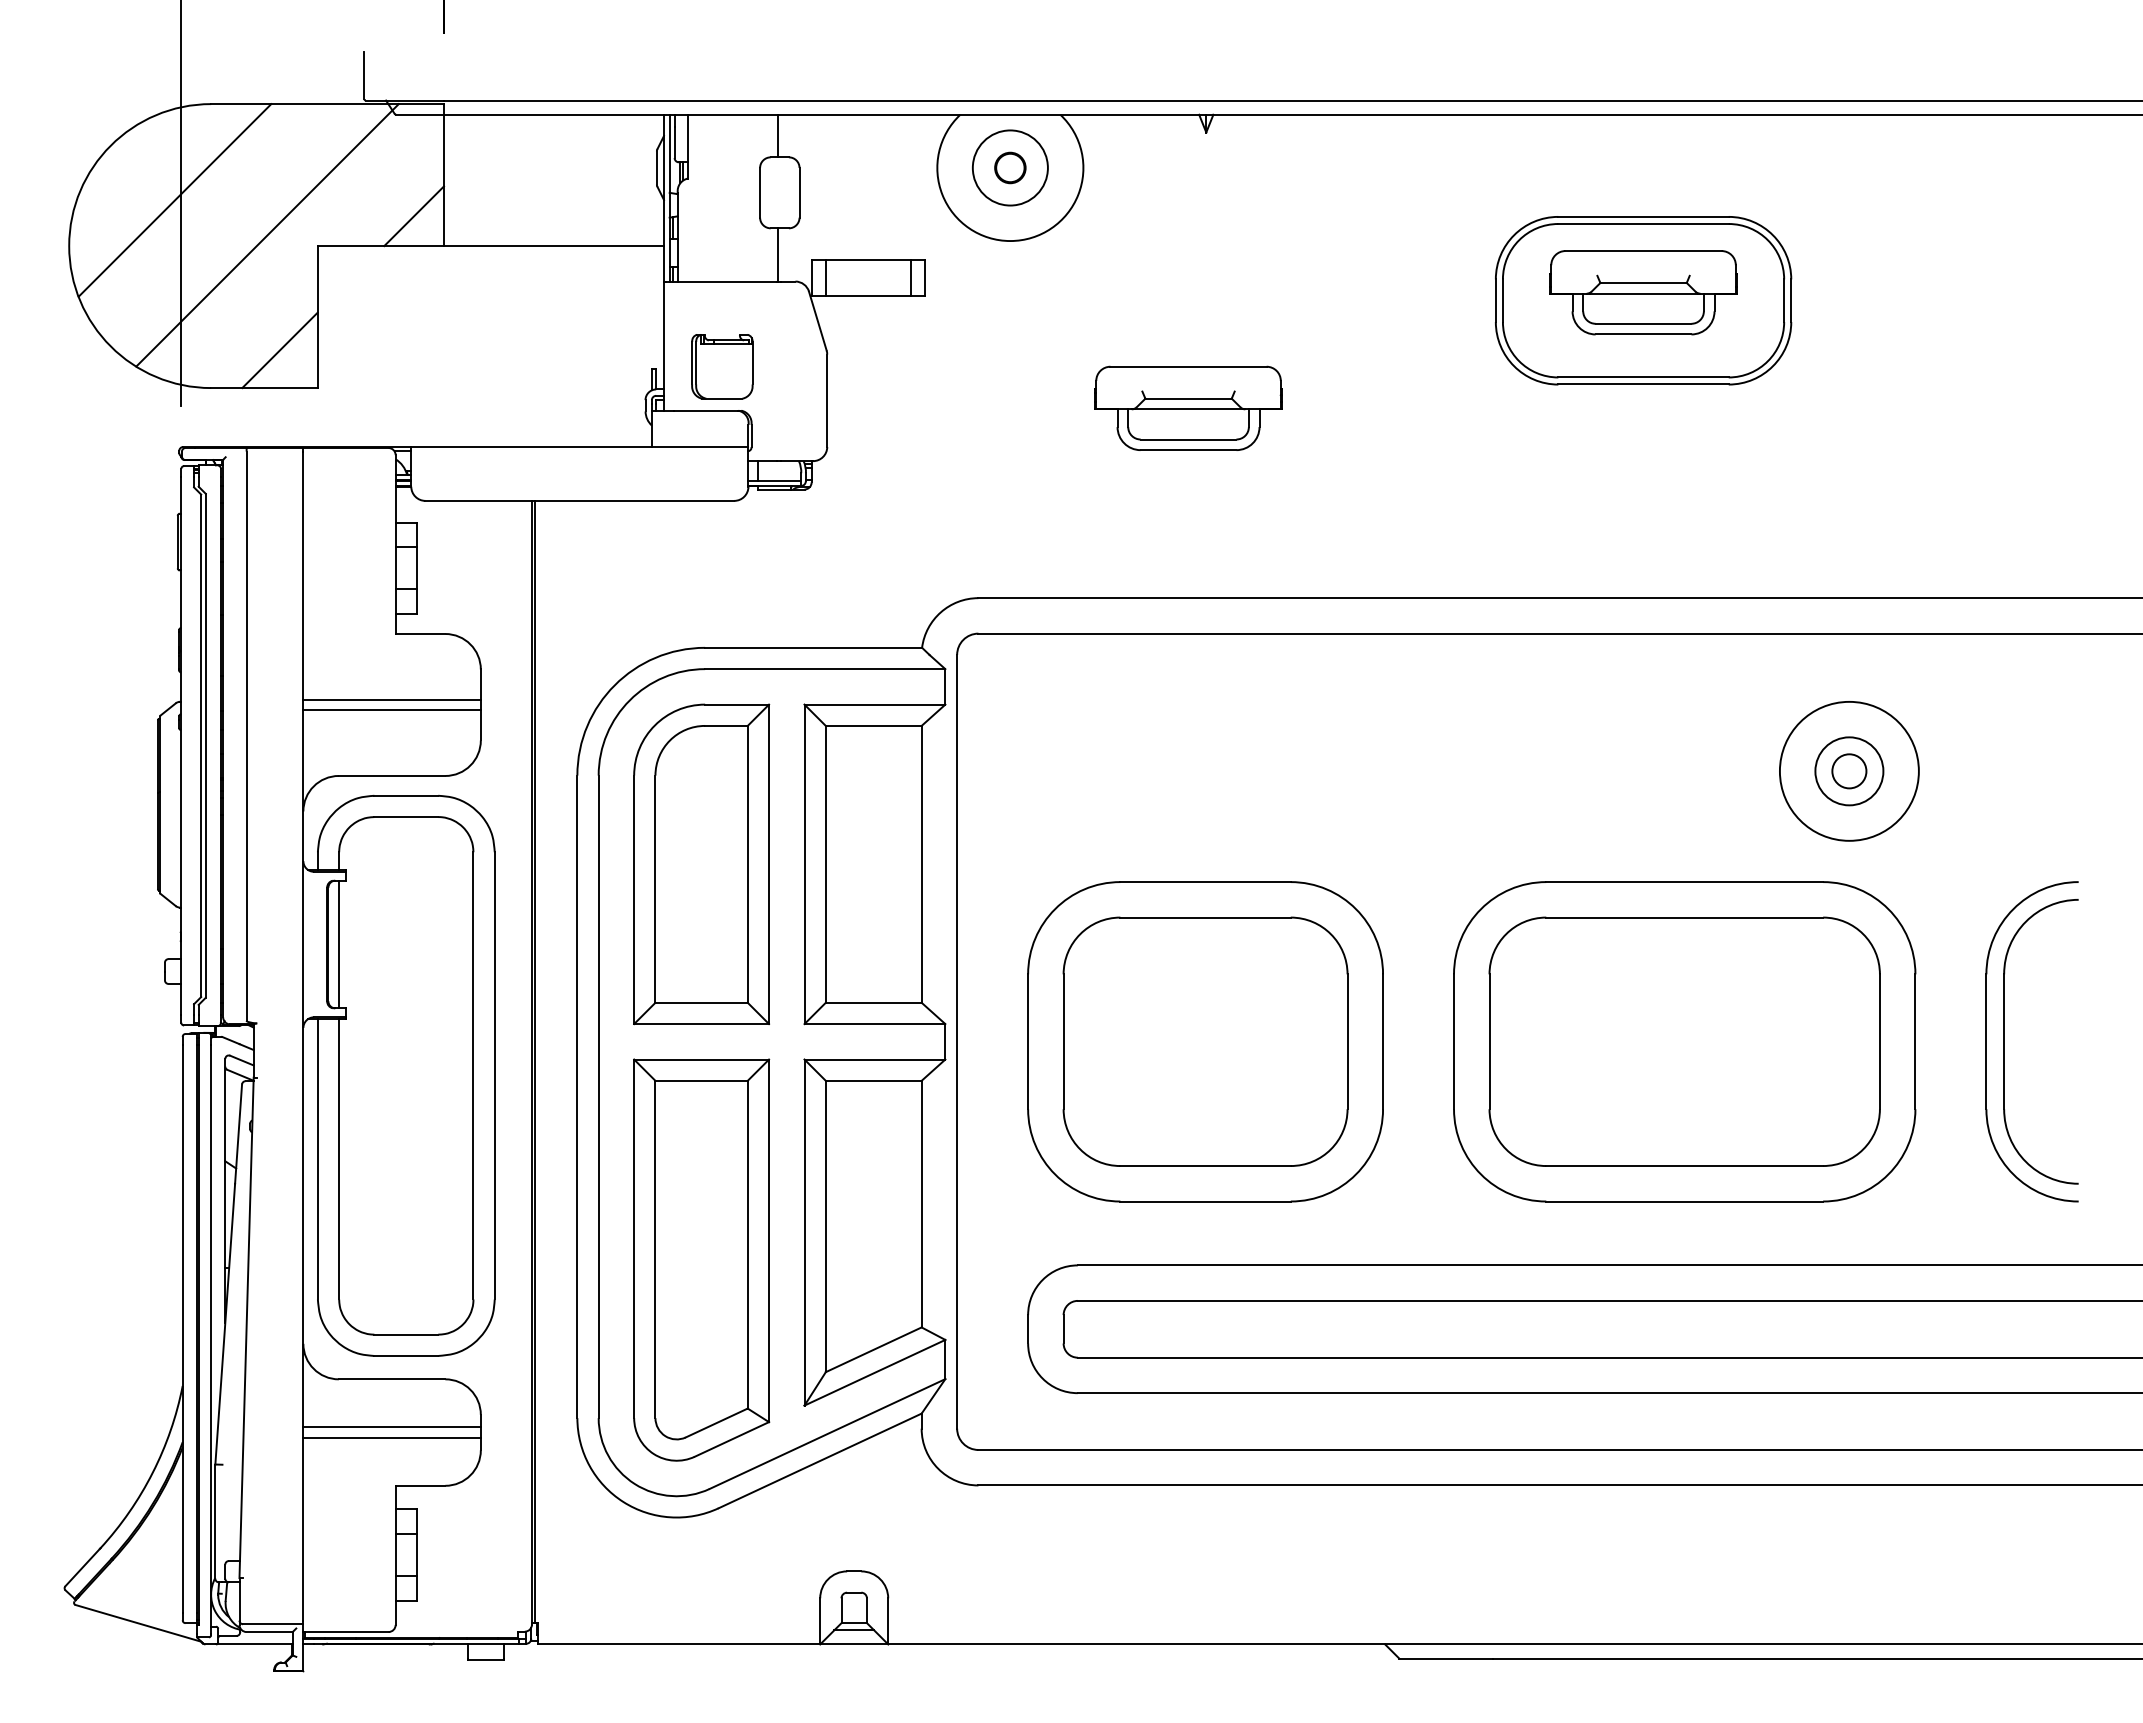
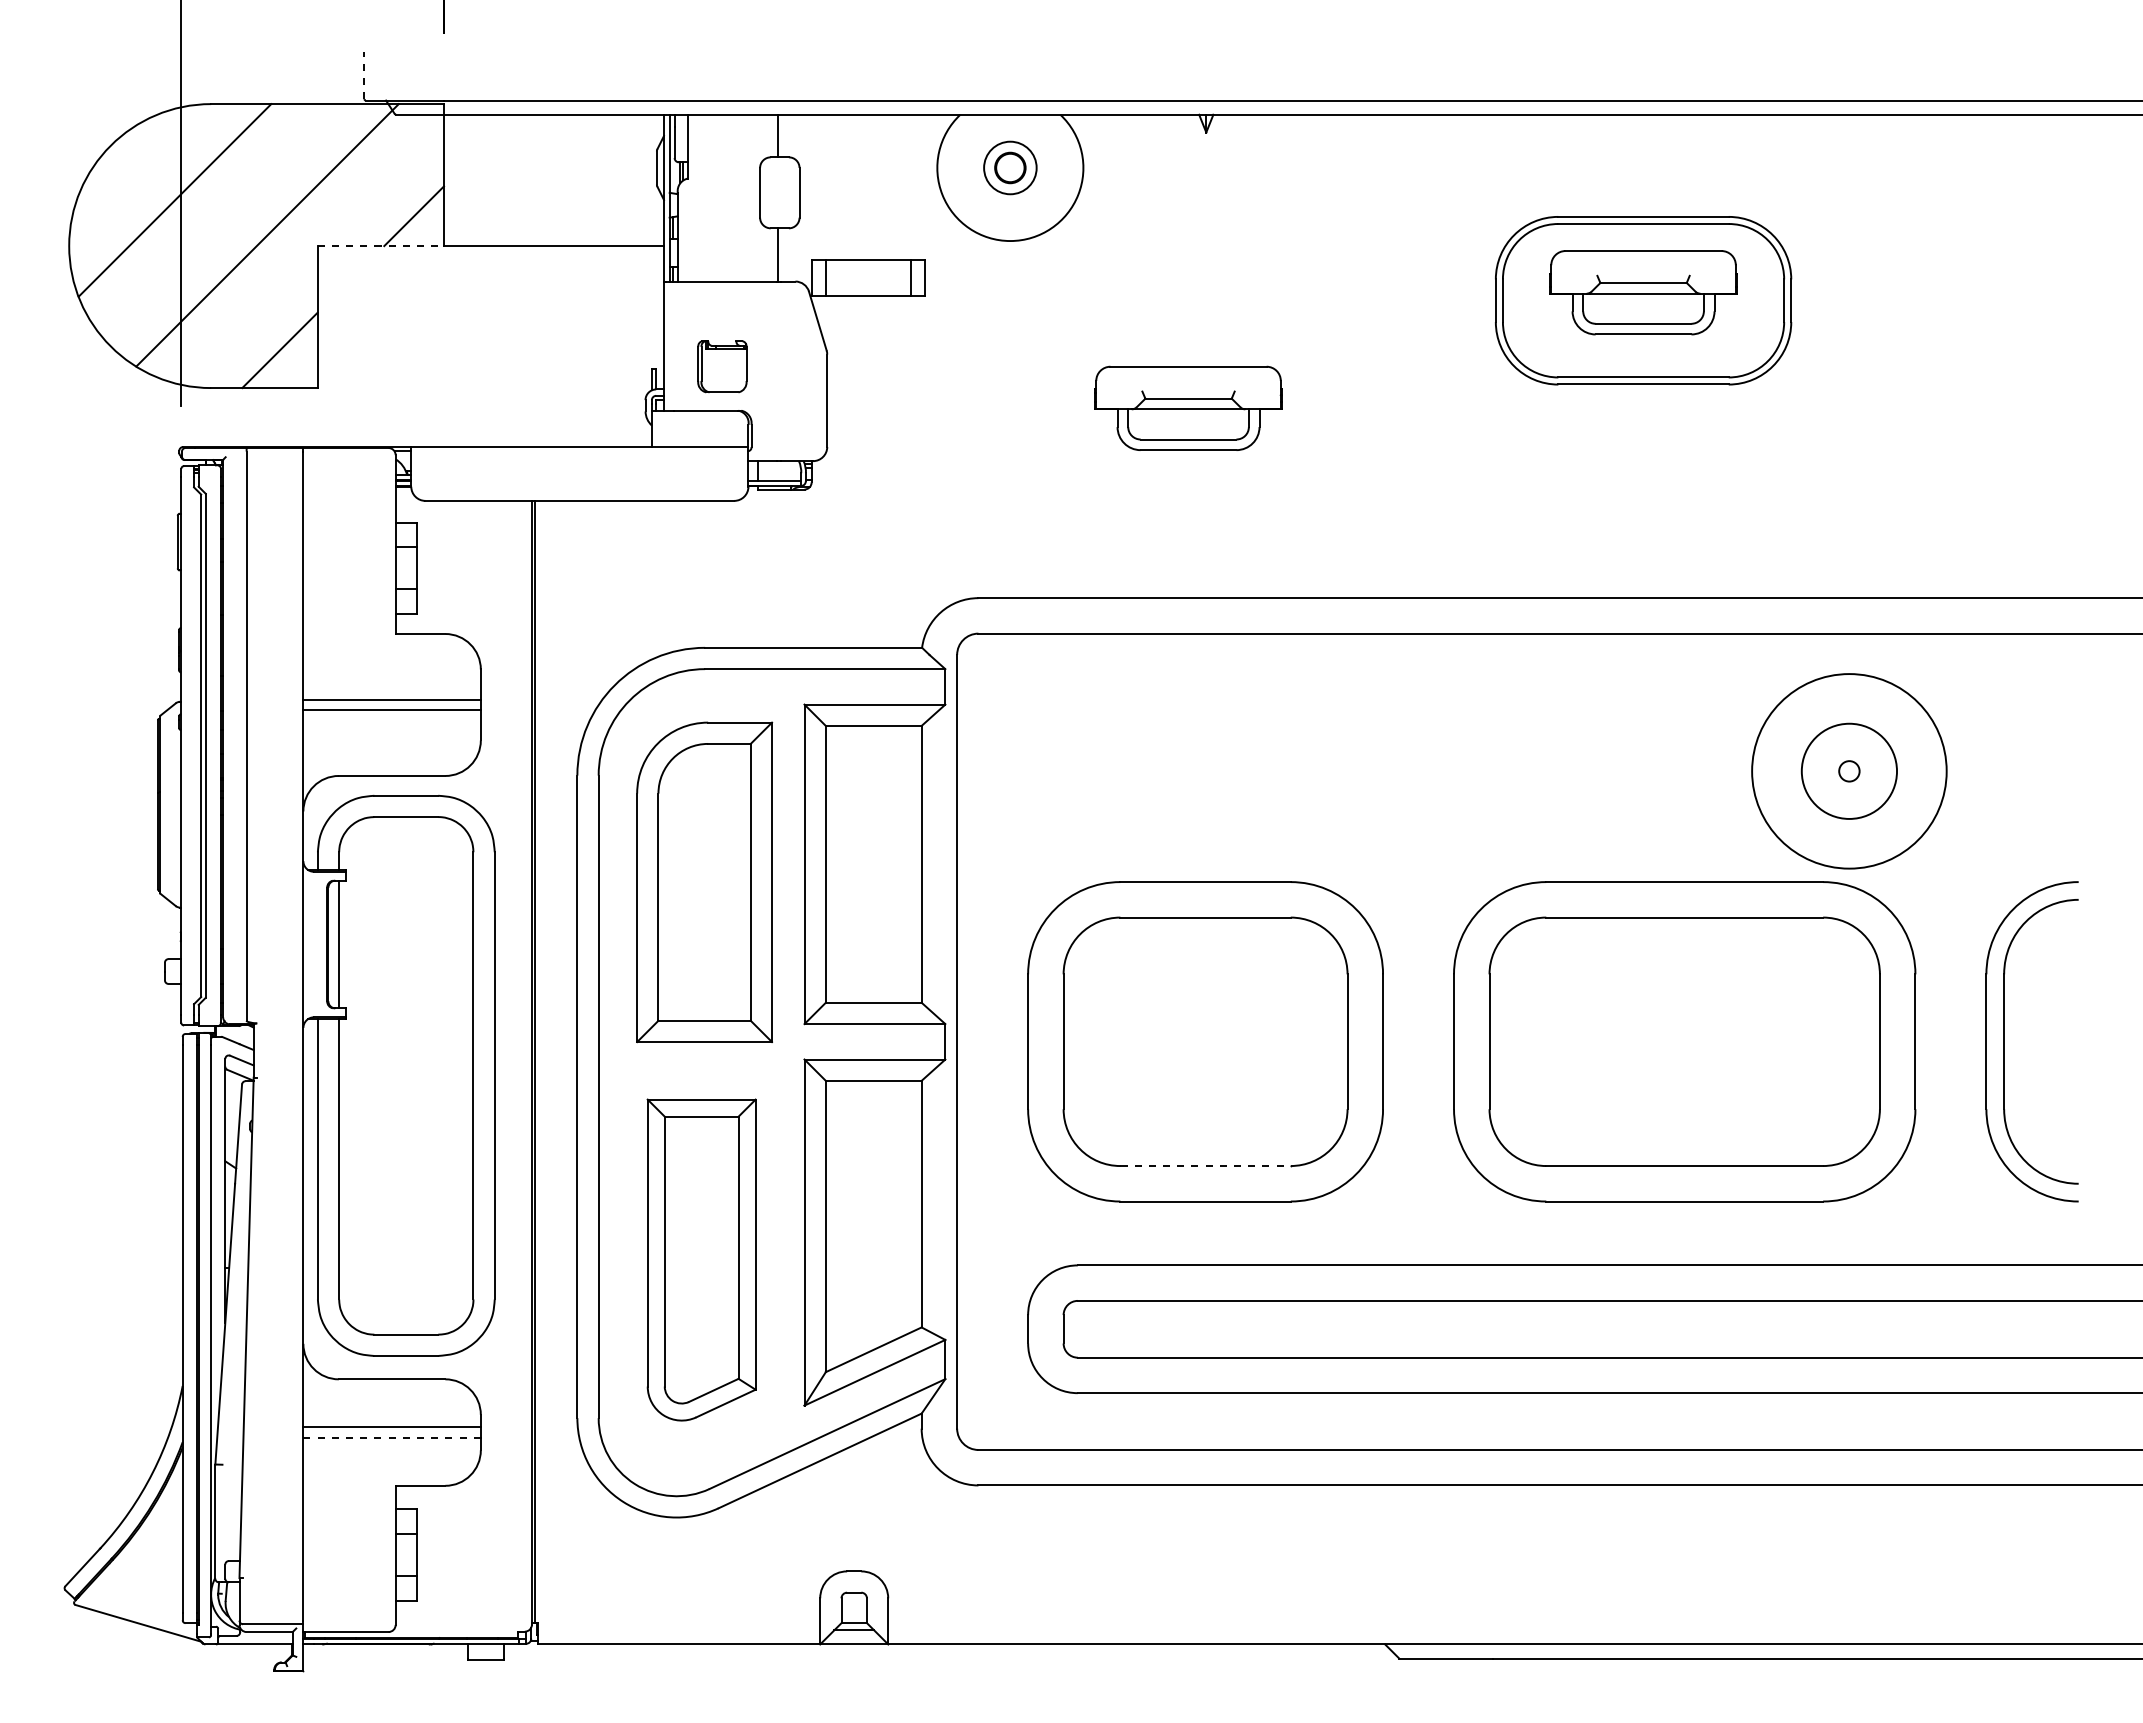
line at (364, 75): solid -> dashed
circle at (1009, 167) diameter: 75 px -> 53 px
line at (381, 246): solid -> dashed
part at (722, 366) size: 63x66 px -> 51x54 px
circle at (1848, 770) diameter: 139 px -> 195 px
circle at (1849, 771) diameter: 34 px -> 20 px
circle at (1849, 771) diameter: 68 px -> 95 px
part at (701, 864) position: (701, 864) -> (704, 882)
line at (1206, 1166): solid -> dashed
part at (701, 1259) size: 138x404 px -> 111x324 px
line at (392, 1437): solid -> dashed
